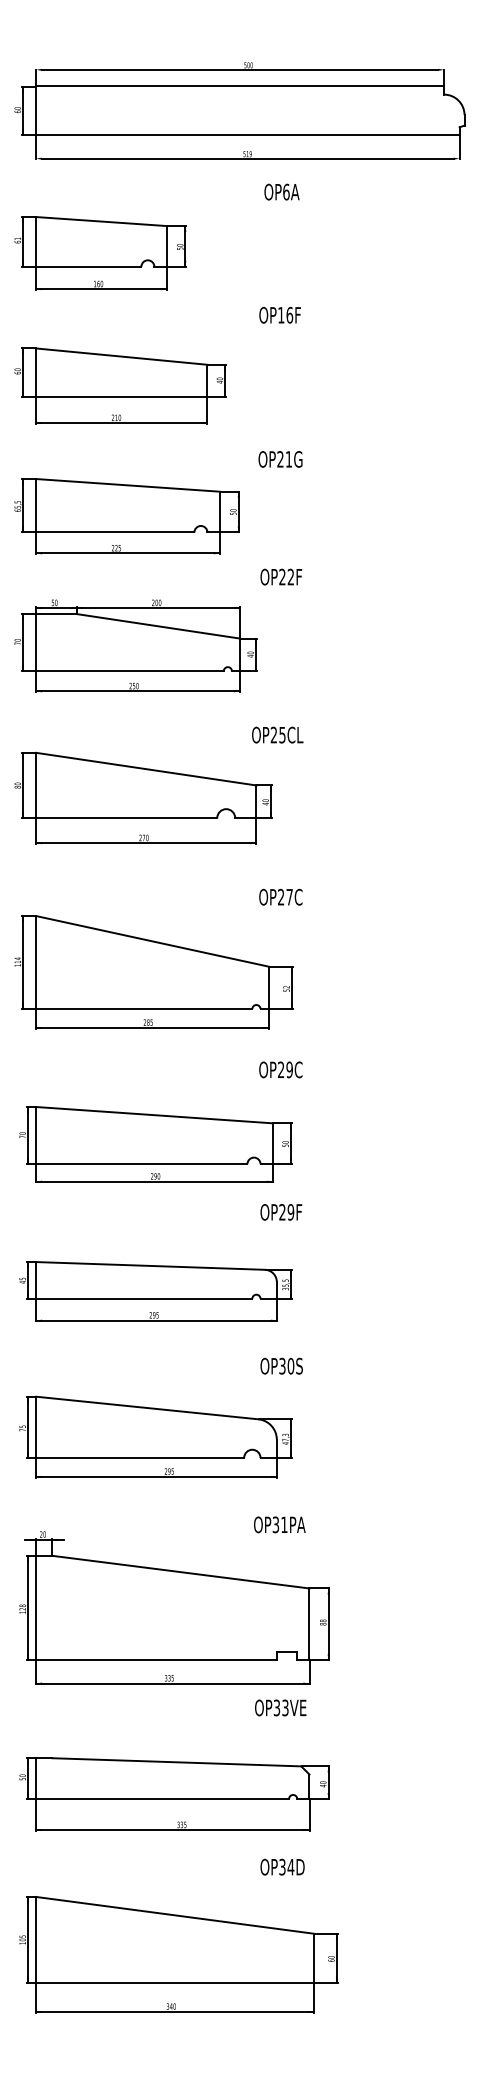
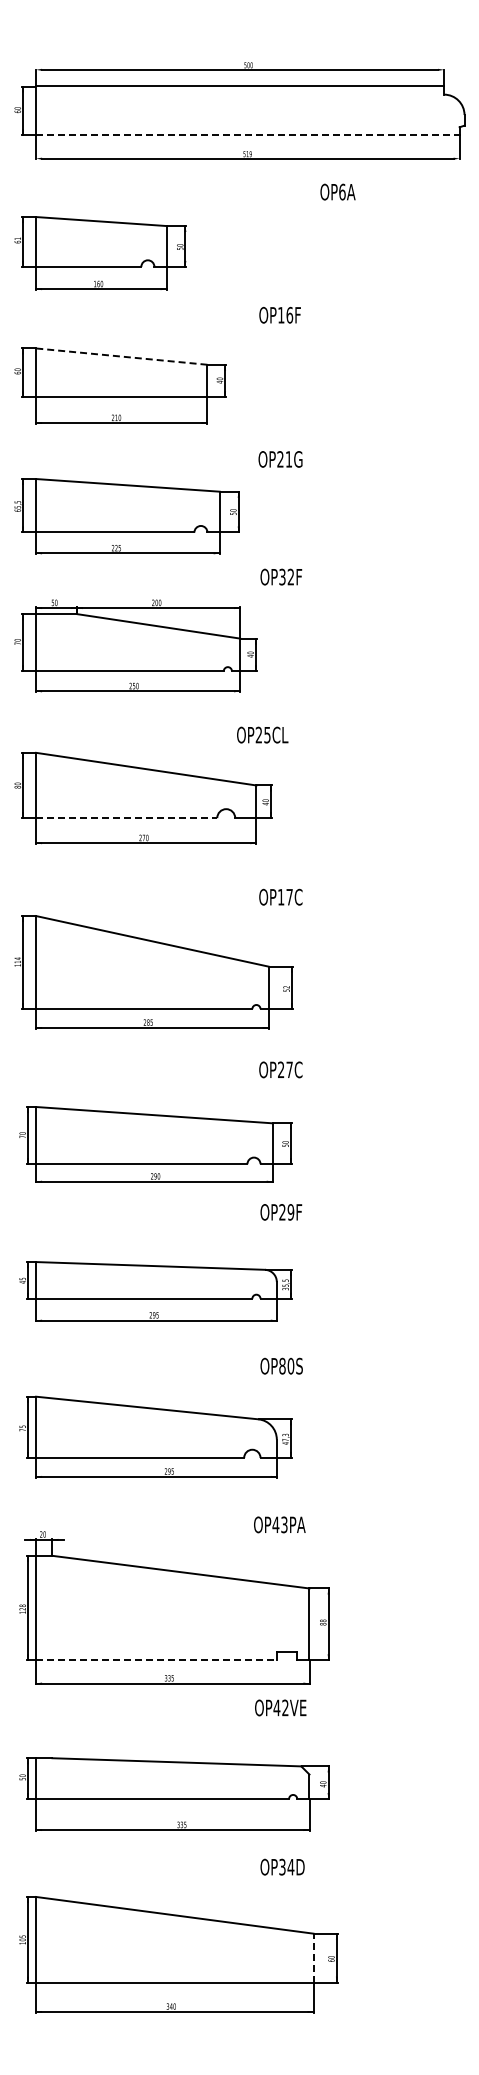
line at (247, 135): solid -> dashed
text at (281, 191) position: (281, 191) -> (337, 191)
line at (121, 356): solid -> dashed
text at (282, 577): OP22F -> OP32F
text at (277, 734) position: (277, 734) -> (262, 734)
line at (126, 818): solid -> dashed
text at (281, 896): OP27C -> OP17C
text at (289, 1069): OP29C -> OP27C
text at (282, 1366): OP30S -> OP80S
text at (279, 1524): OP31PA -> OP43PA
line at (156, 1660): solid -> dashed
text at (280, 1707): OP33VE -> OP42VE
line at (313, 1957): solid -> dashed
